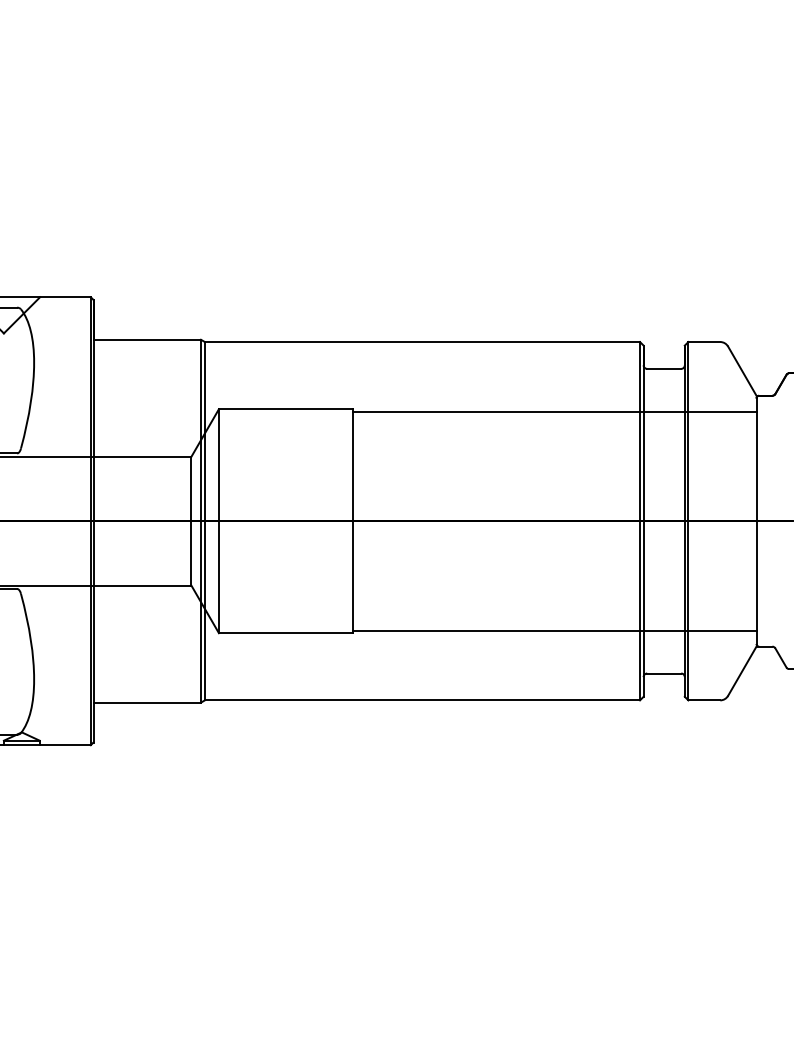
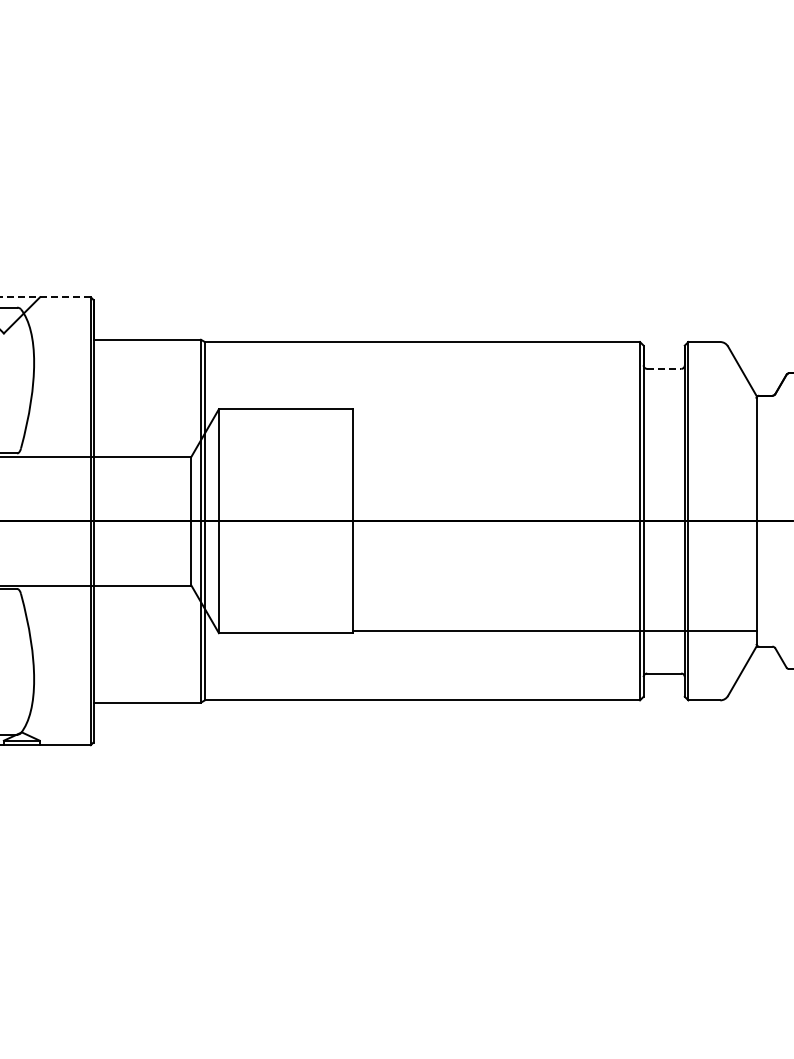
line at (45, 297): solid -> dashed
line at (664, 368): solid -> dashed
line at (554, 411): present -> none
